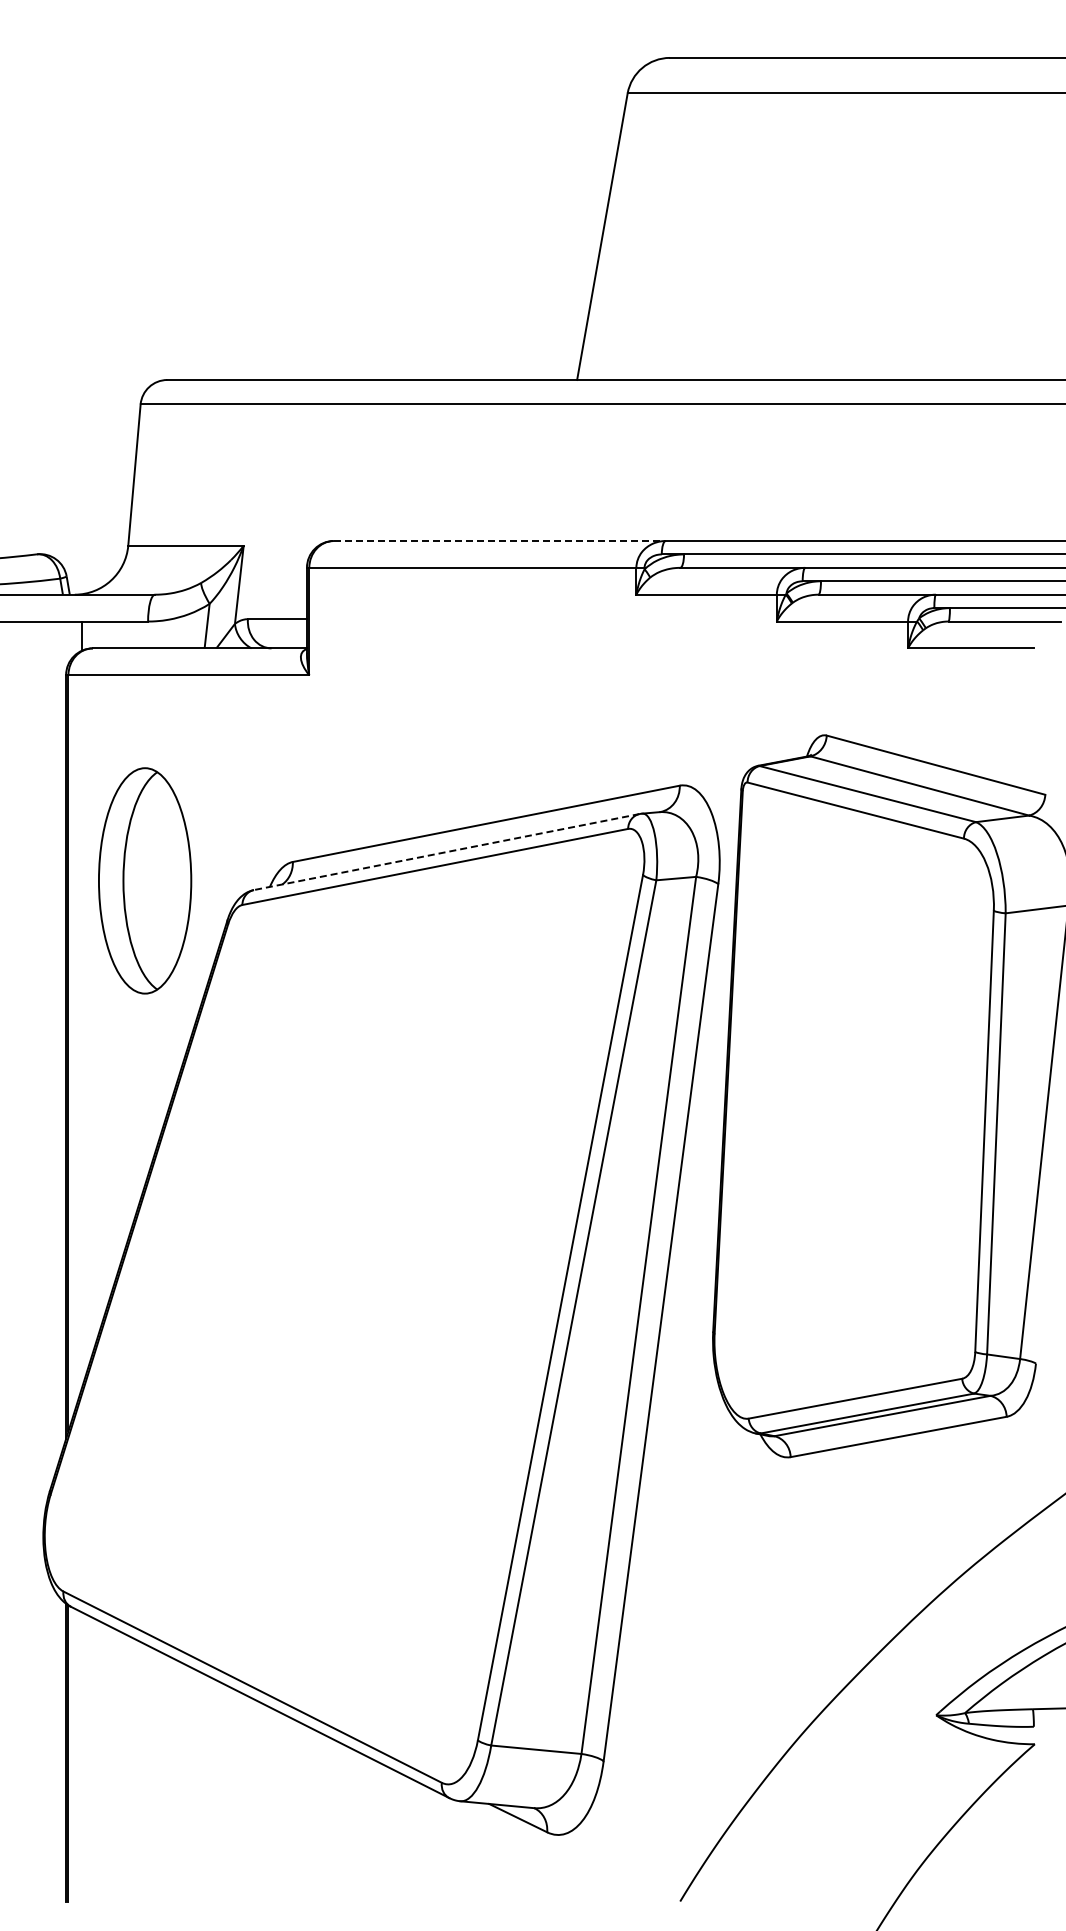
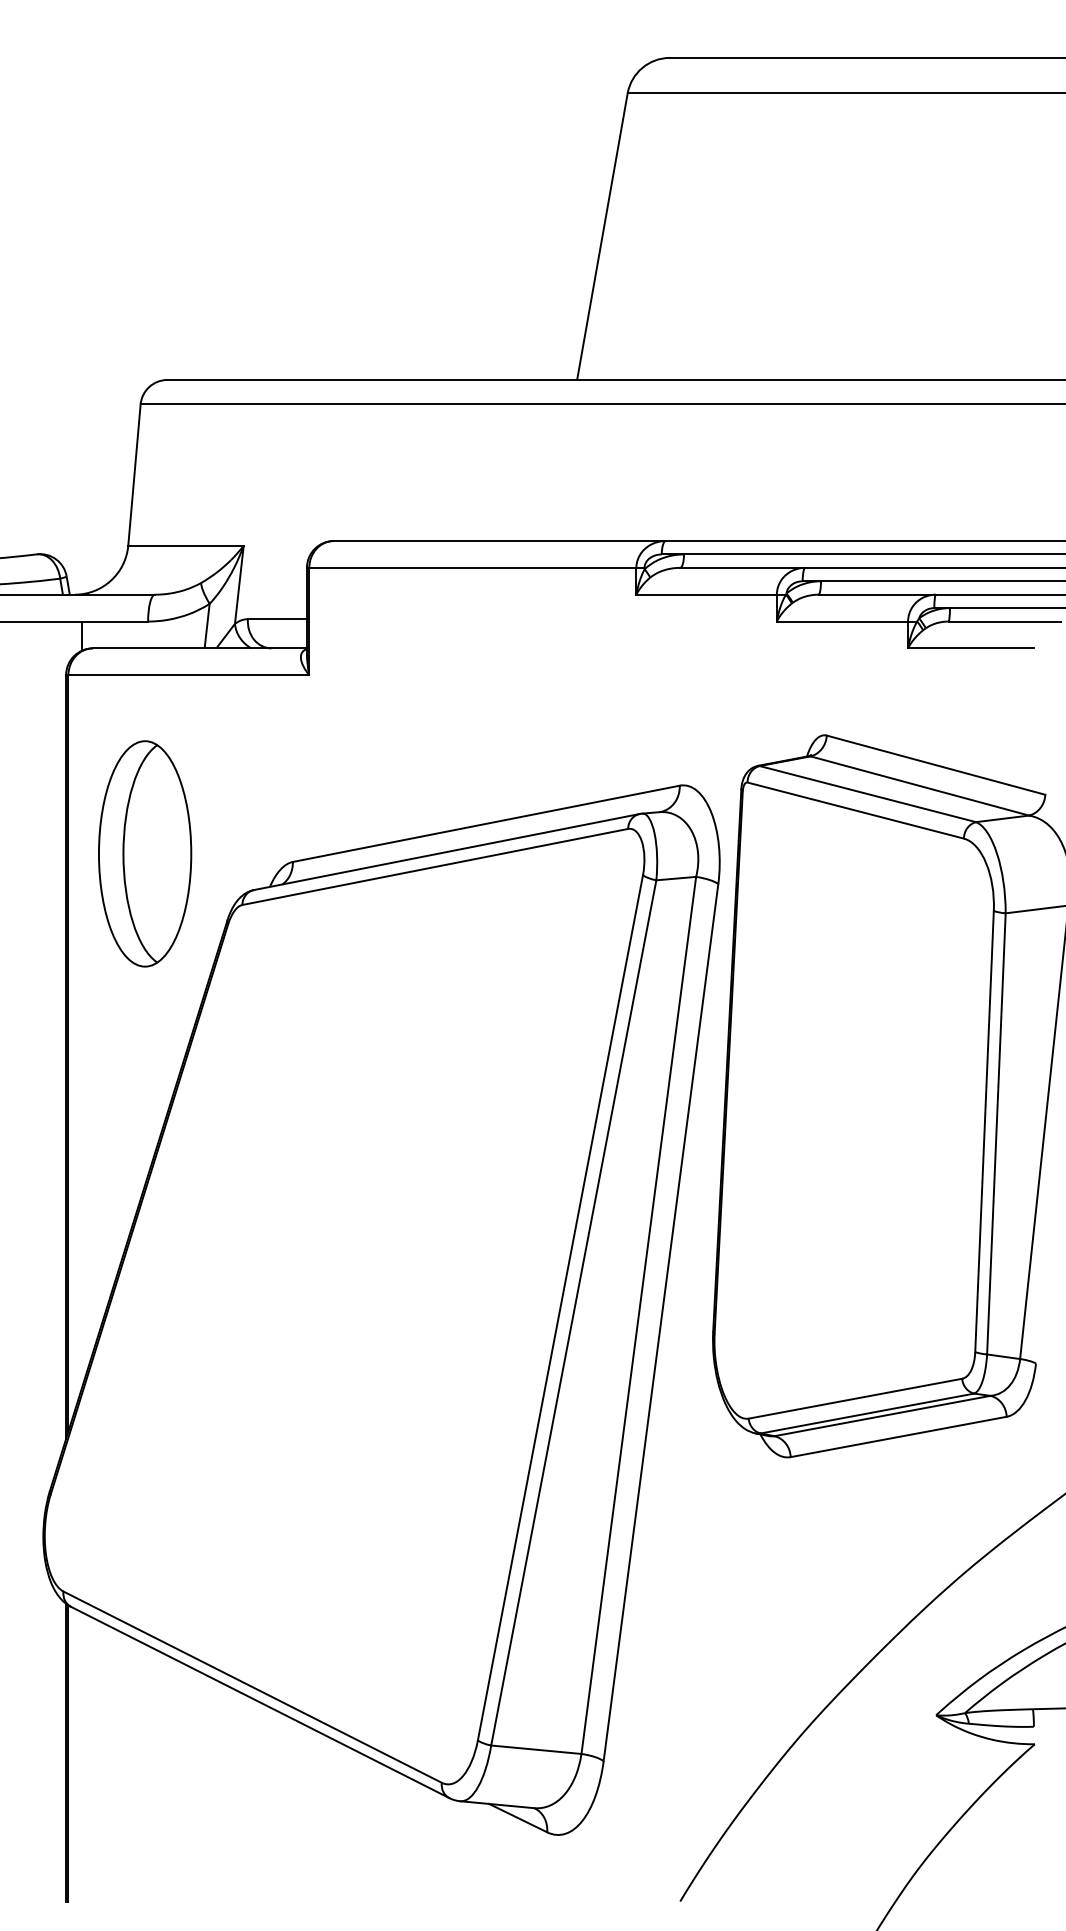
line at (499, 541): dashed -> solid
line at (446, 852): dashed -> solid
part at (145, 880) position: (145, 880) -> (145, 853)
